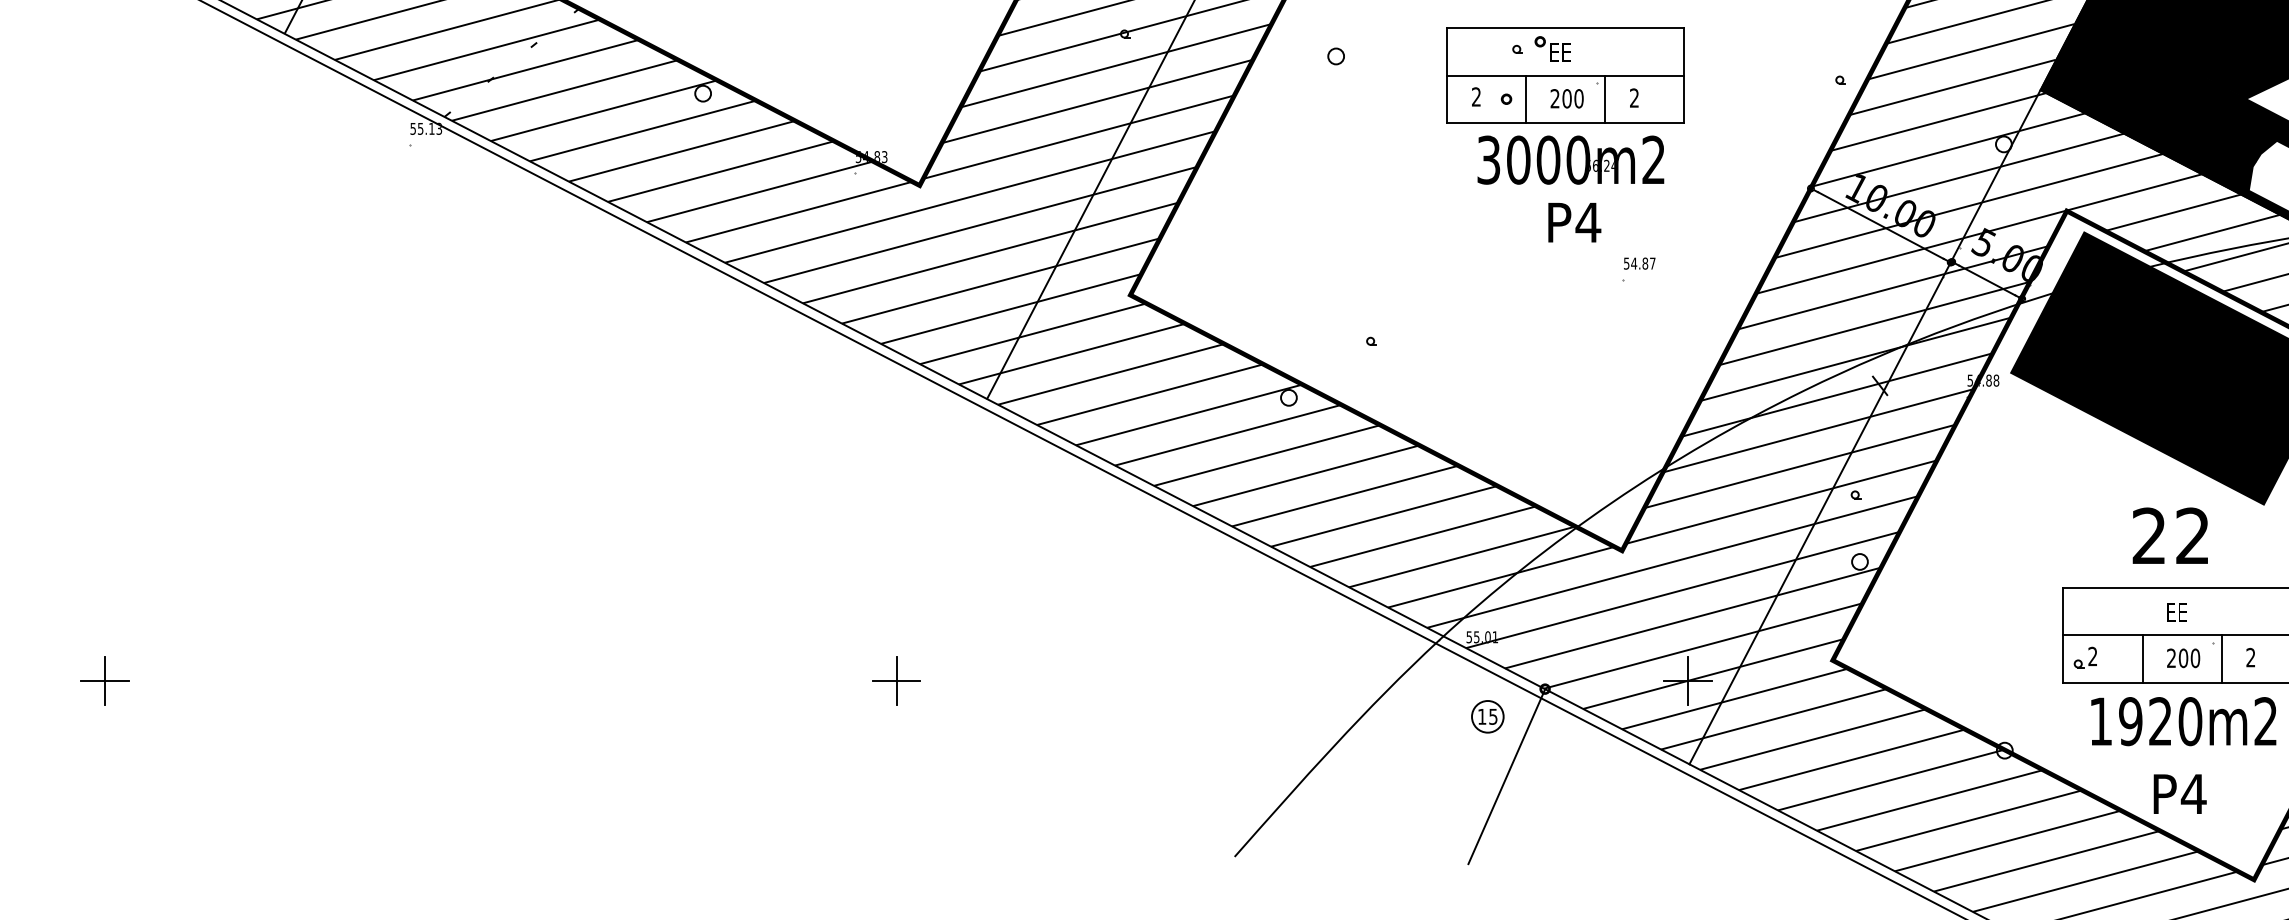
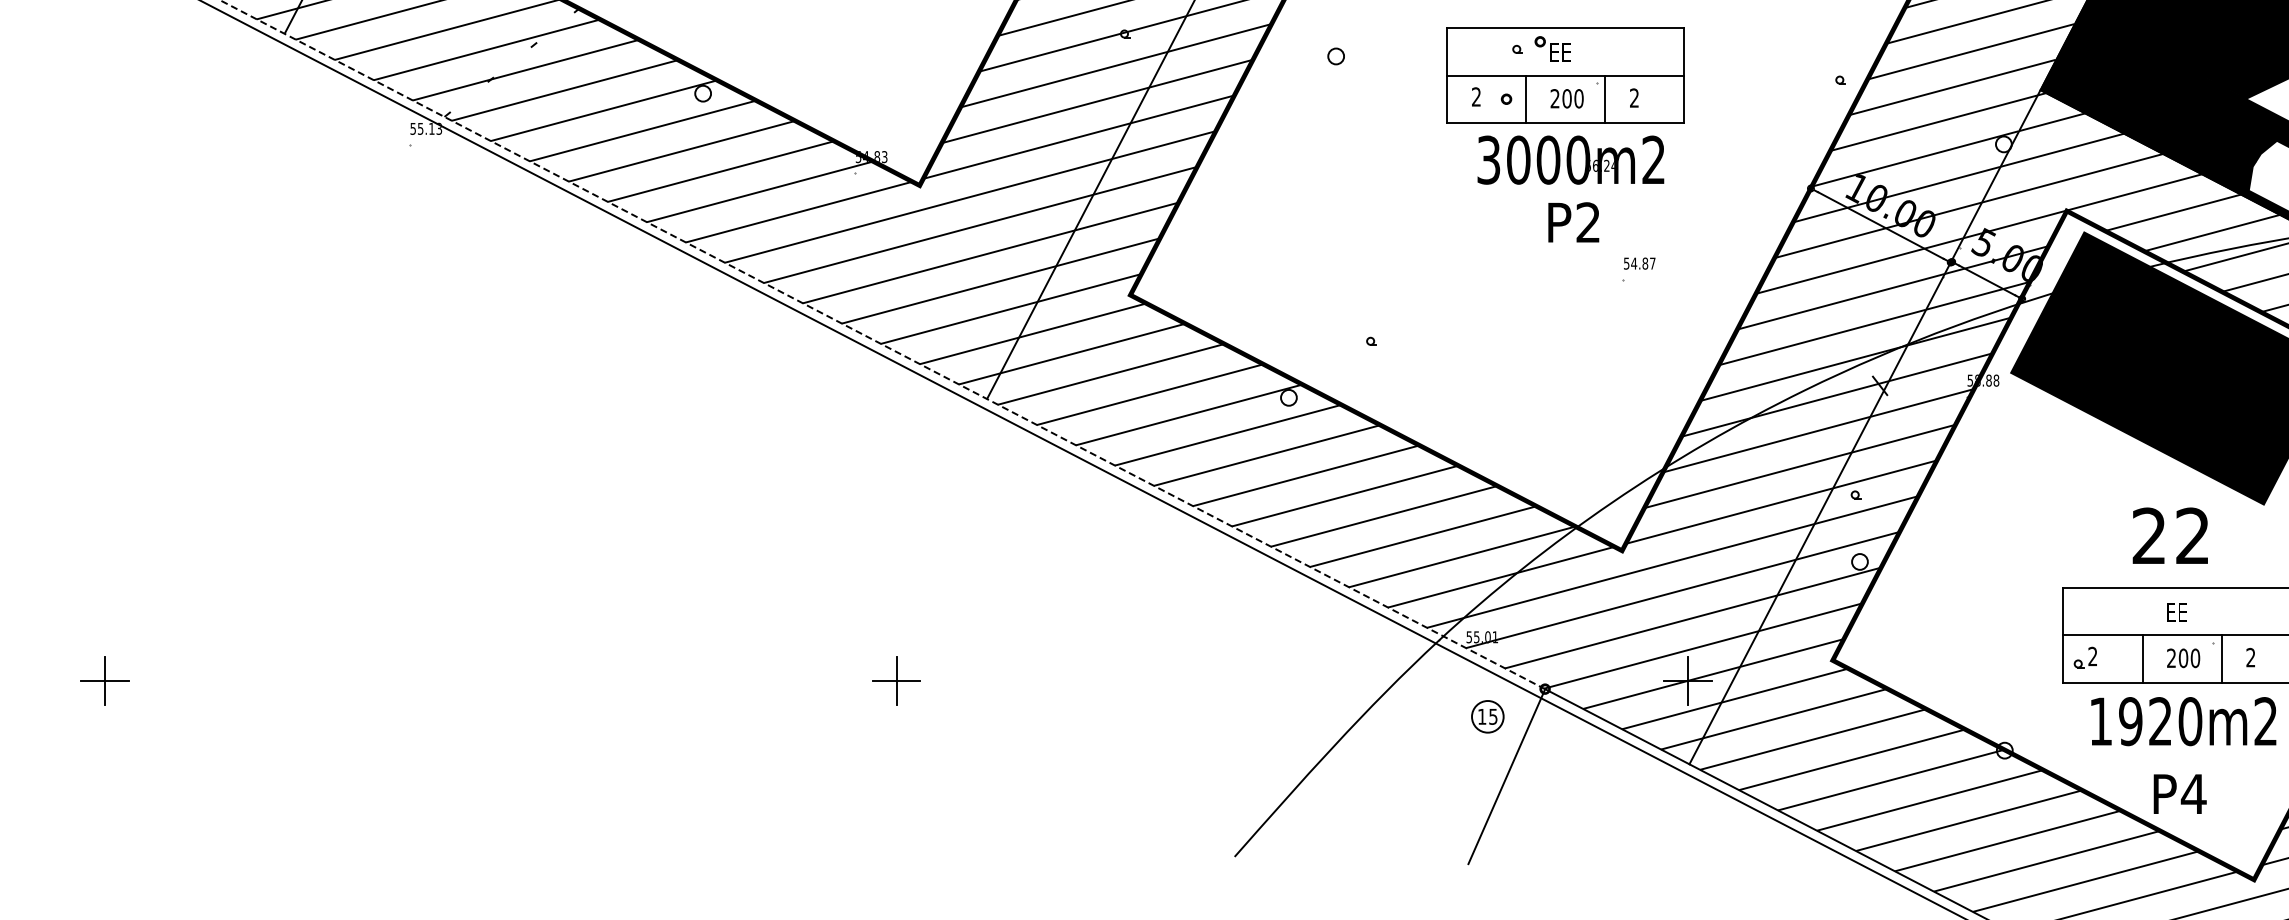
text at (1588, 222): P4 -> P2
line at (882, 344): solid -> dashed
text at (1977, 380): 54.88 -> 58.88
